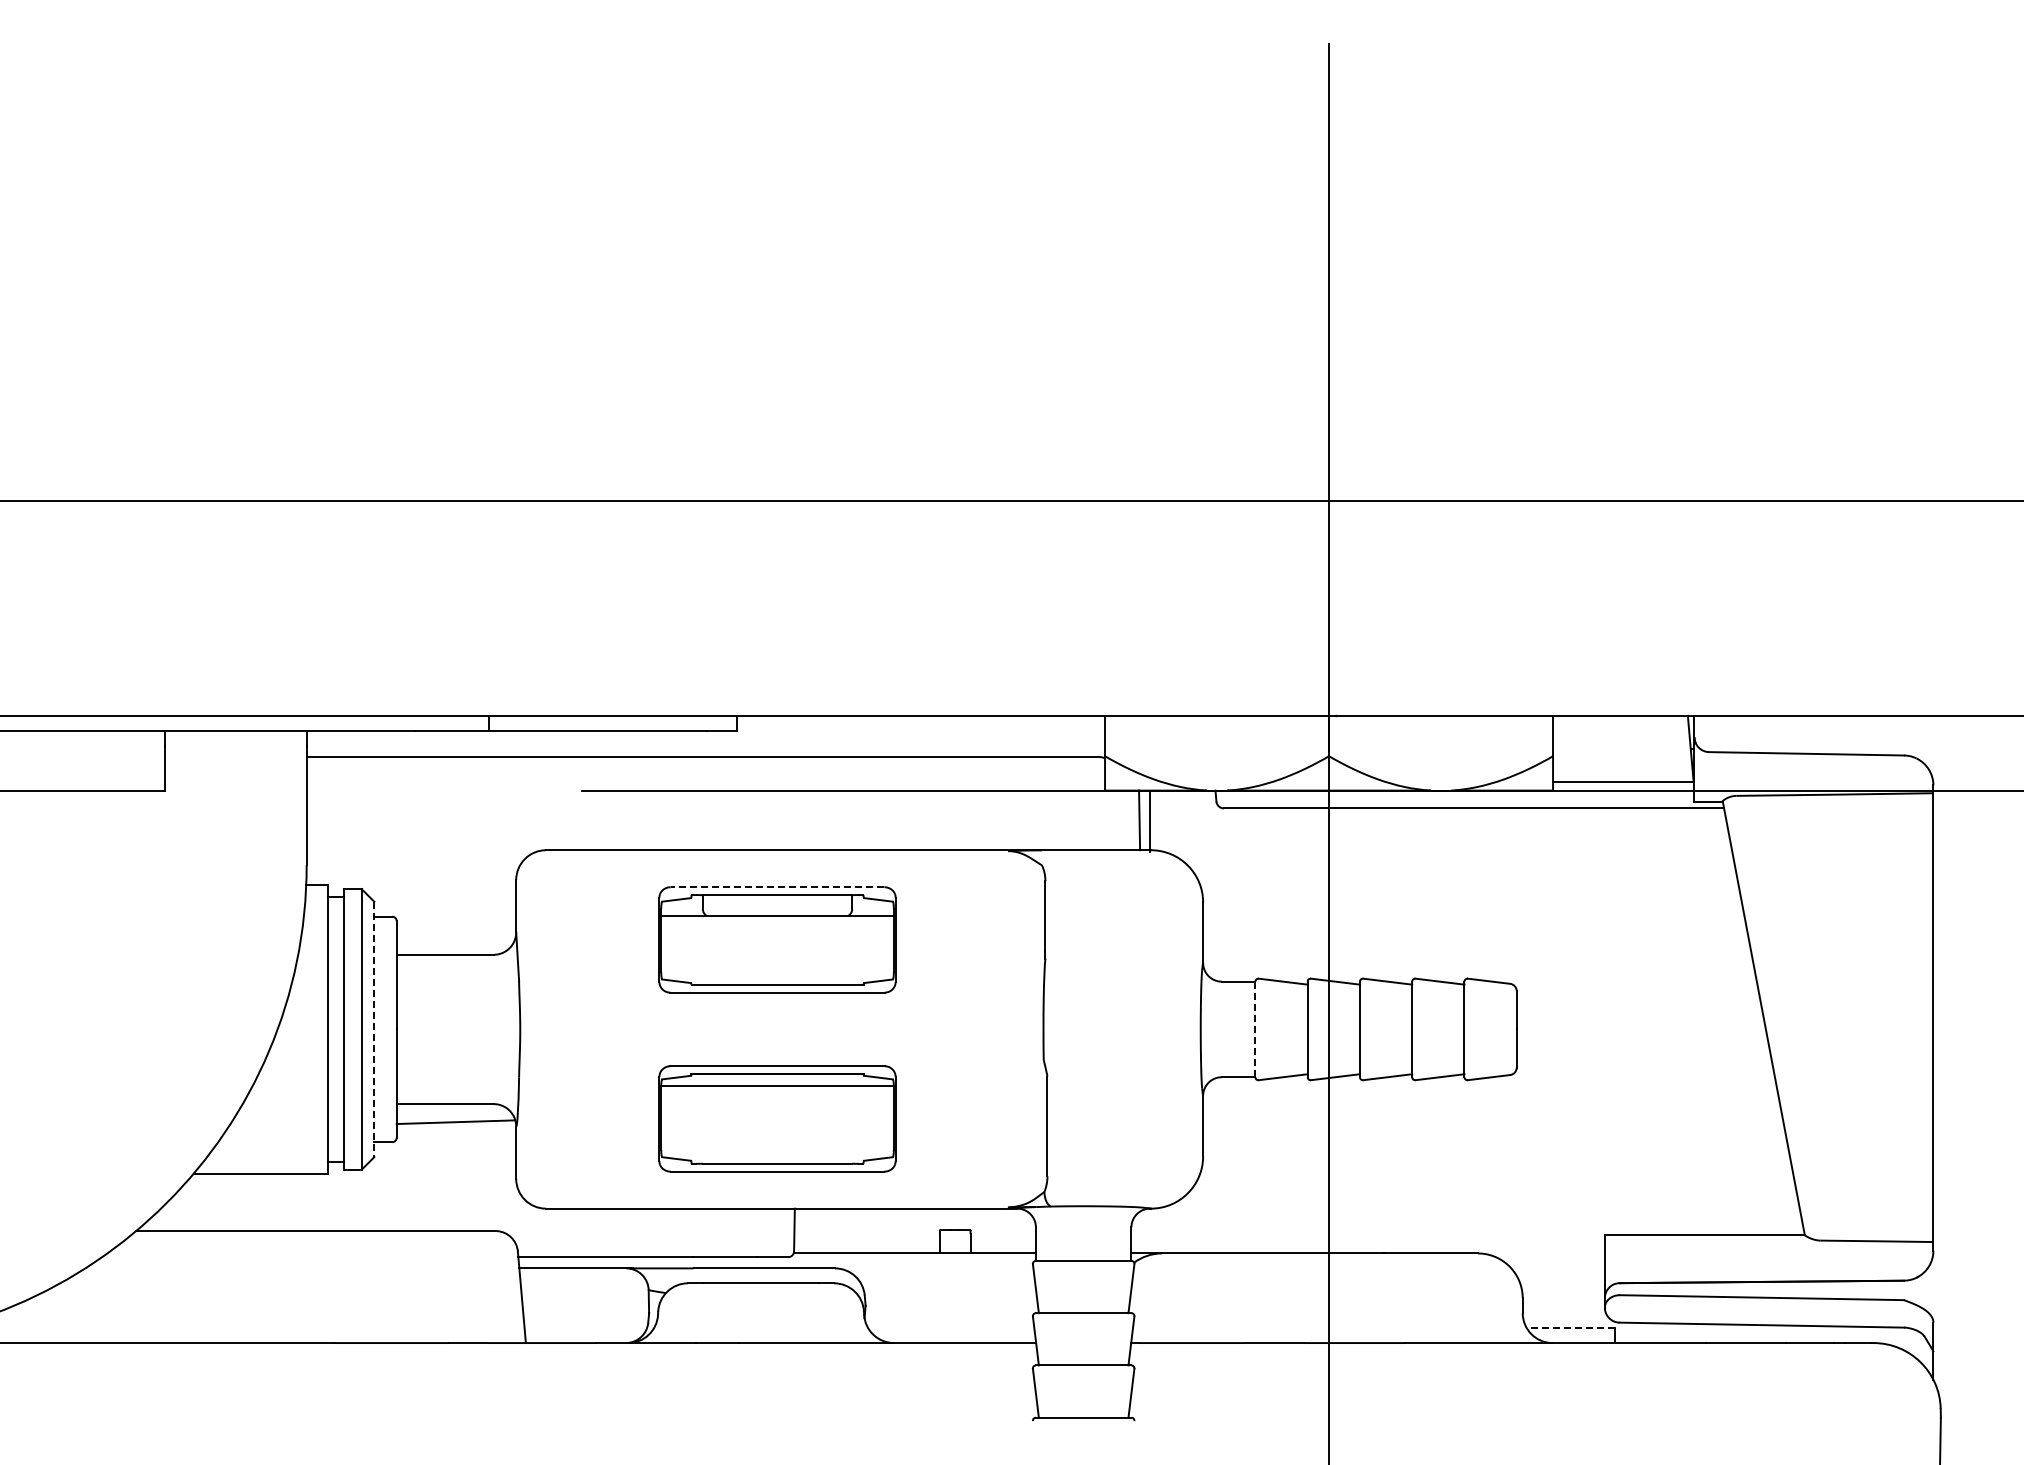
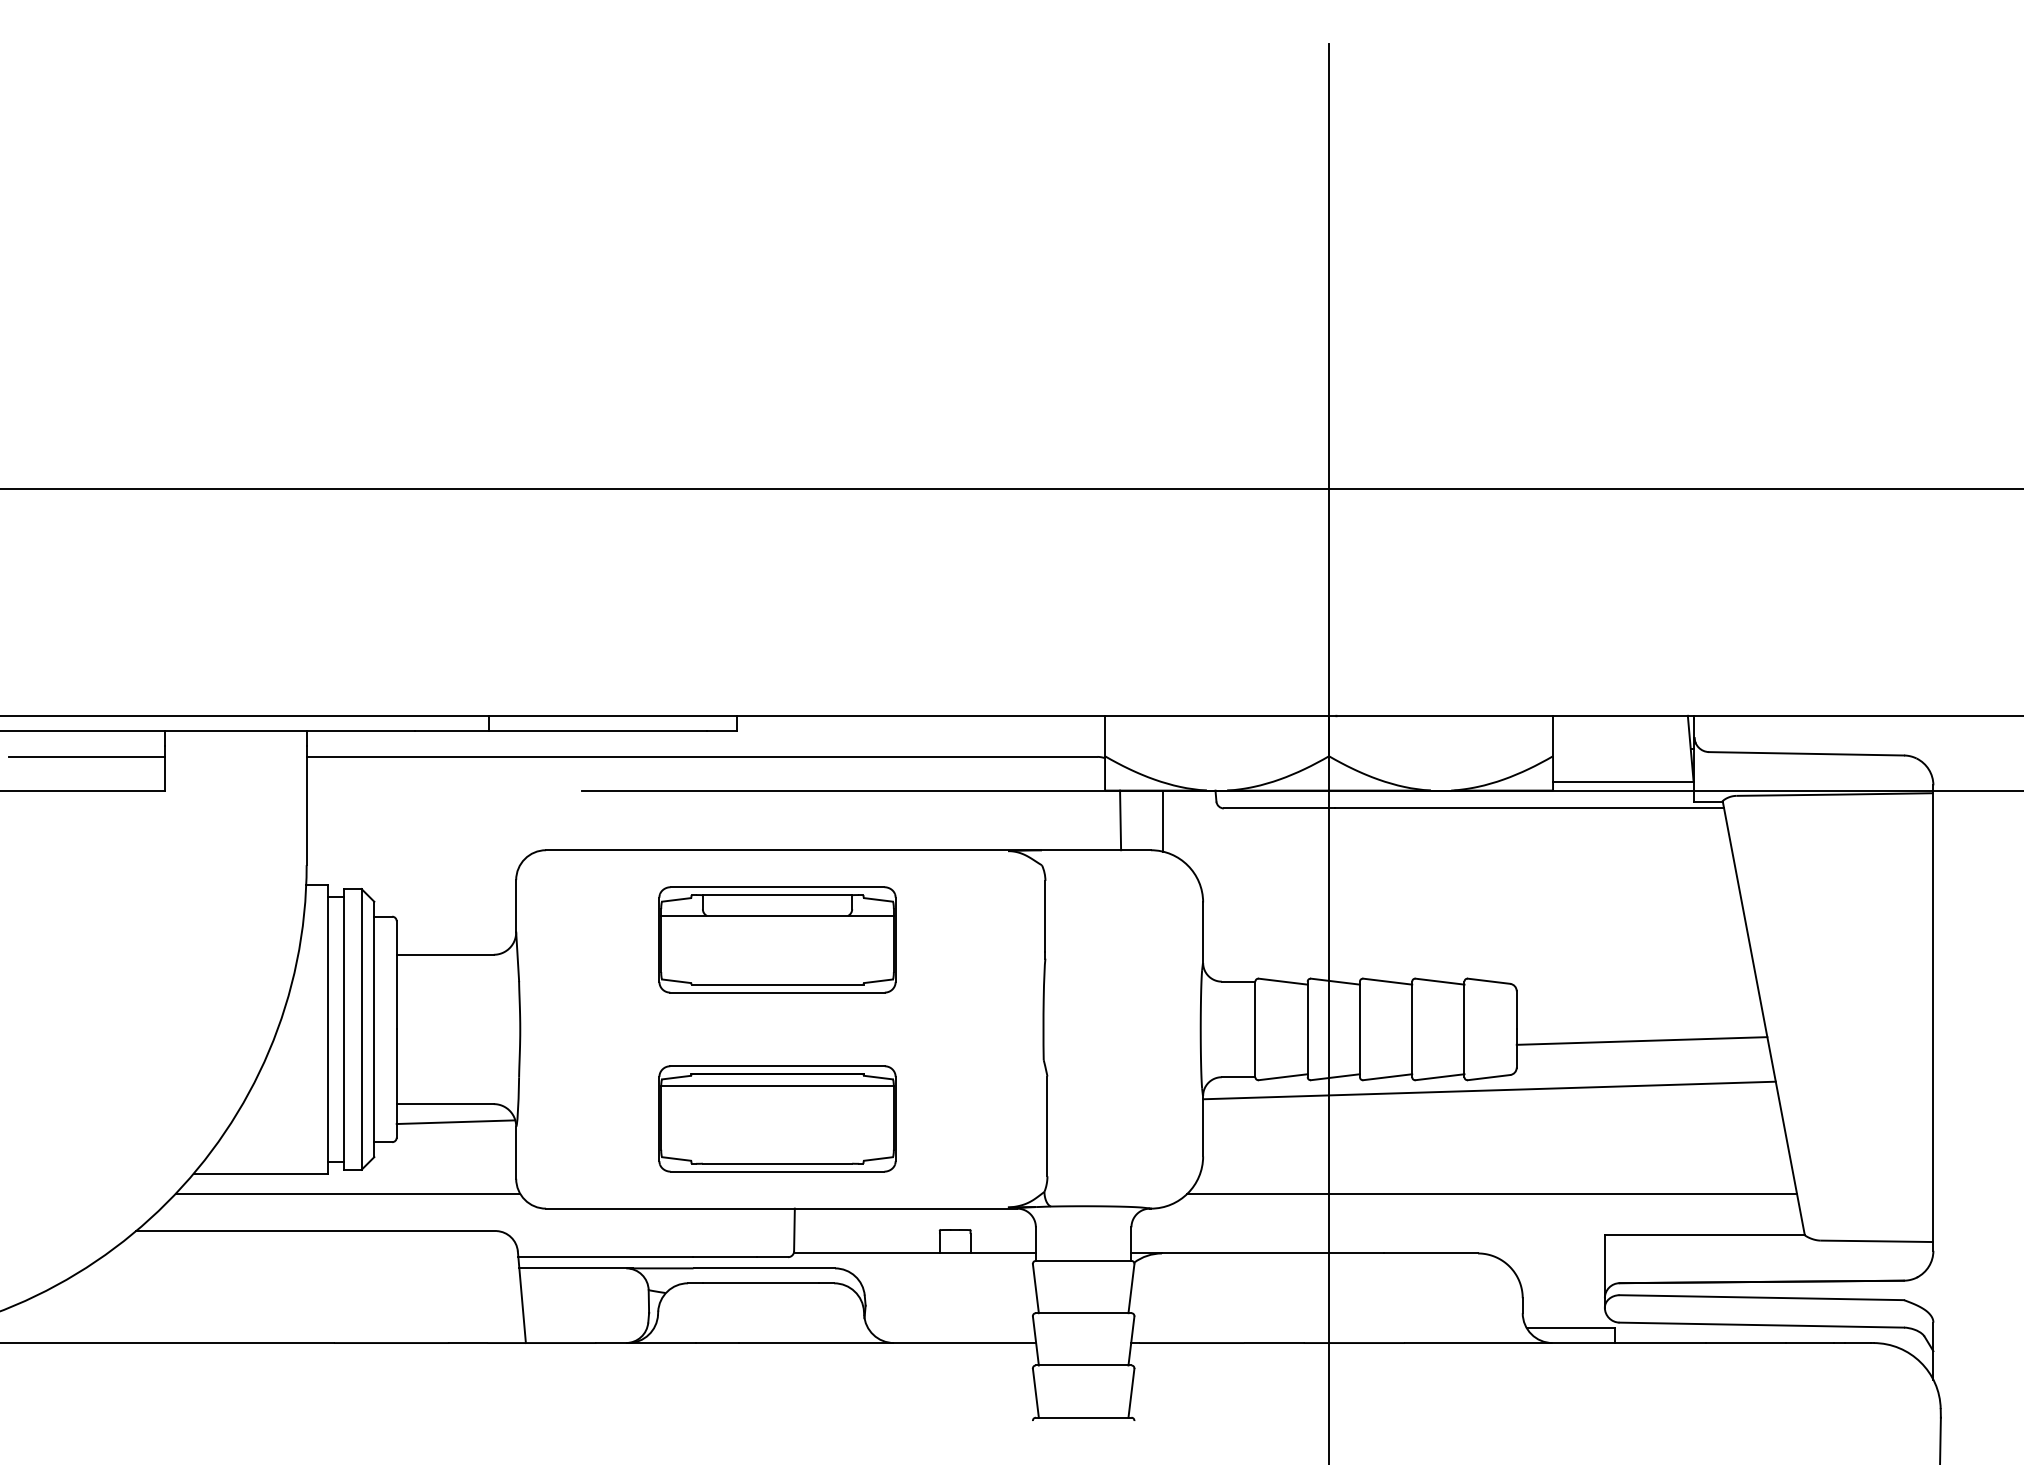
line at (1011, 500) position: (1011, 500) -> (1011, 488)
line at (86, 756): none -> present
line at (1139, 820) position: (1139, 820) -> (1120, 820)
line at (1149, 820) position: (1149, 820) -> (1162, 820)
line at (777, 887): dashed -> solid
line at (374, 1029): dashed -> solid
line at (1255, 1029): dashed -> solid
line at (1641, 1040): none -> present
line at (1489, 1090): none -> present
line at (347, 1193): none -> present
line at (1491, 1193): none -> present
line at (1570, 1328): dashed -> solid
